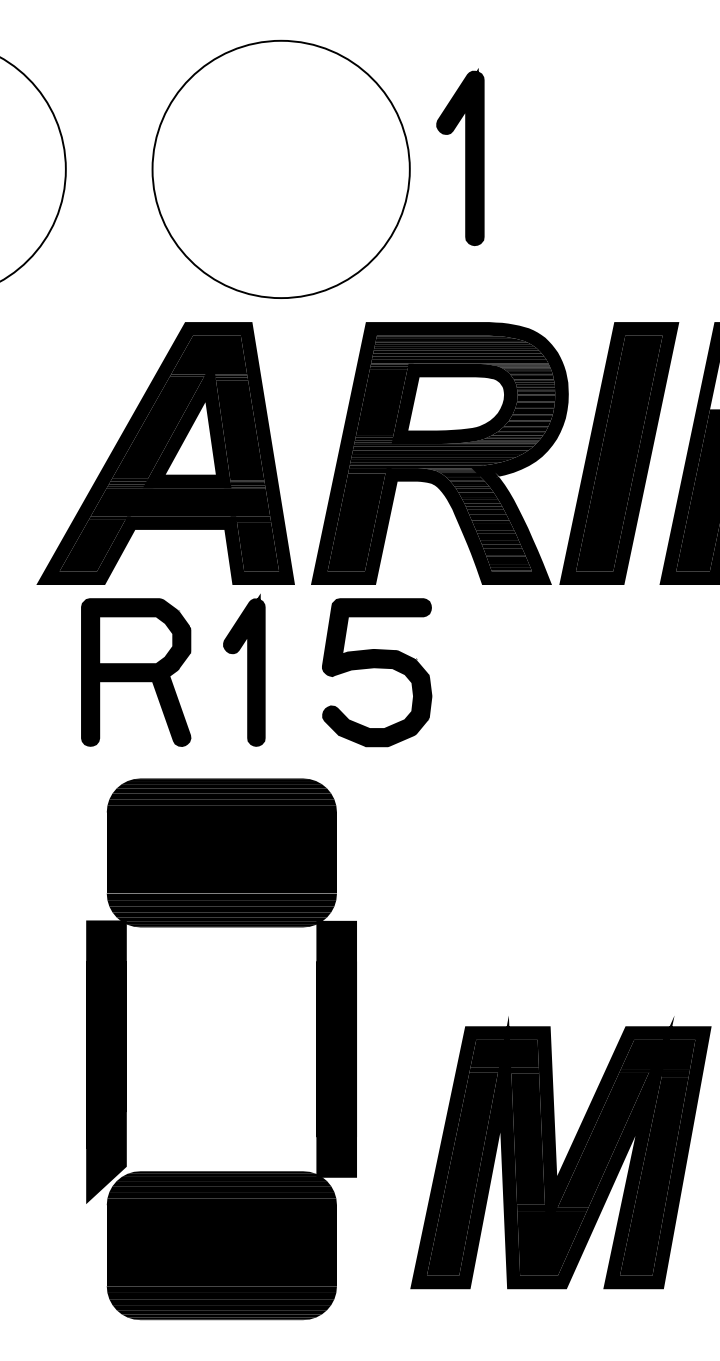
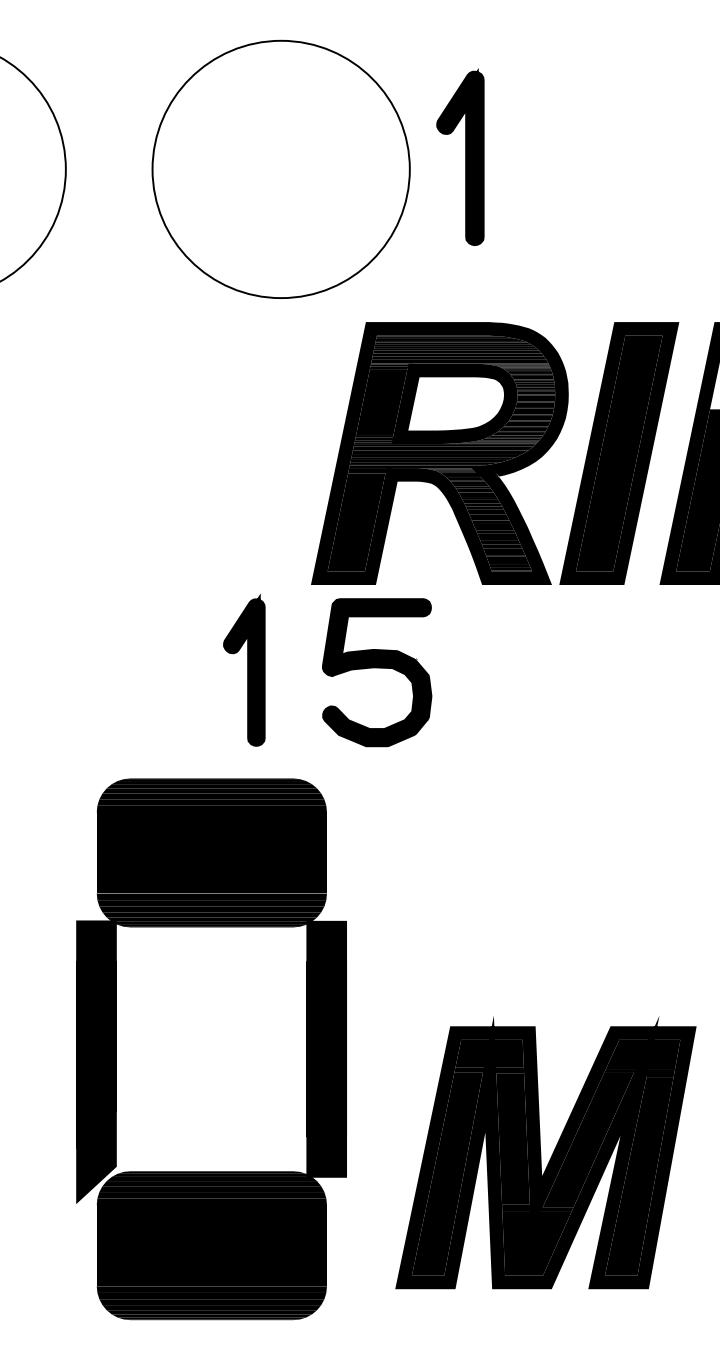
part at (165, 453): present -> none
part at (136, 672): present -> none
part at (126, 1049) position: (126, 1049) -> (116, 1049)
part at (560, 1152) position: (560, 1152) -> (545, 1152)
